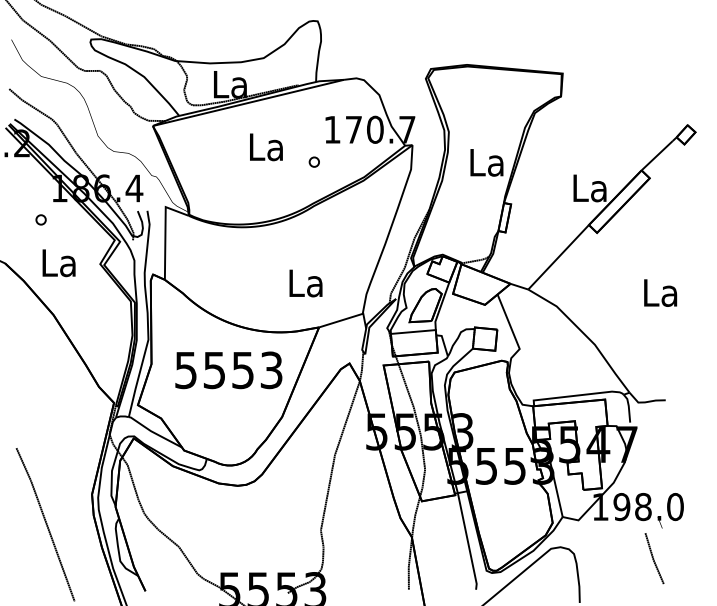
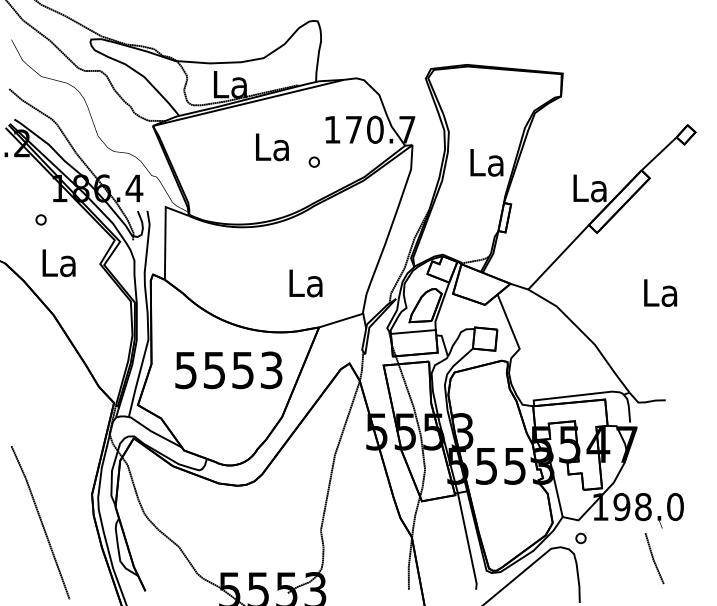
text at (266, 147) position: (266, 147) -> (272, 147)
line at (45, 524) position: (45, 524) -> (40, 522)
part at (580, 538): none -> present
